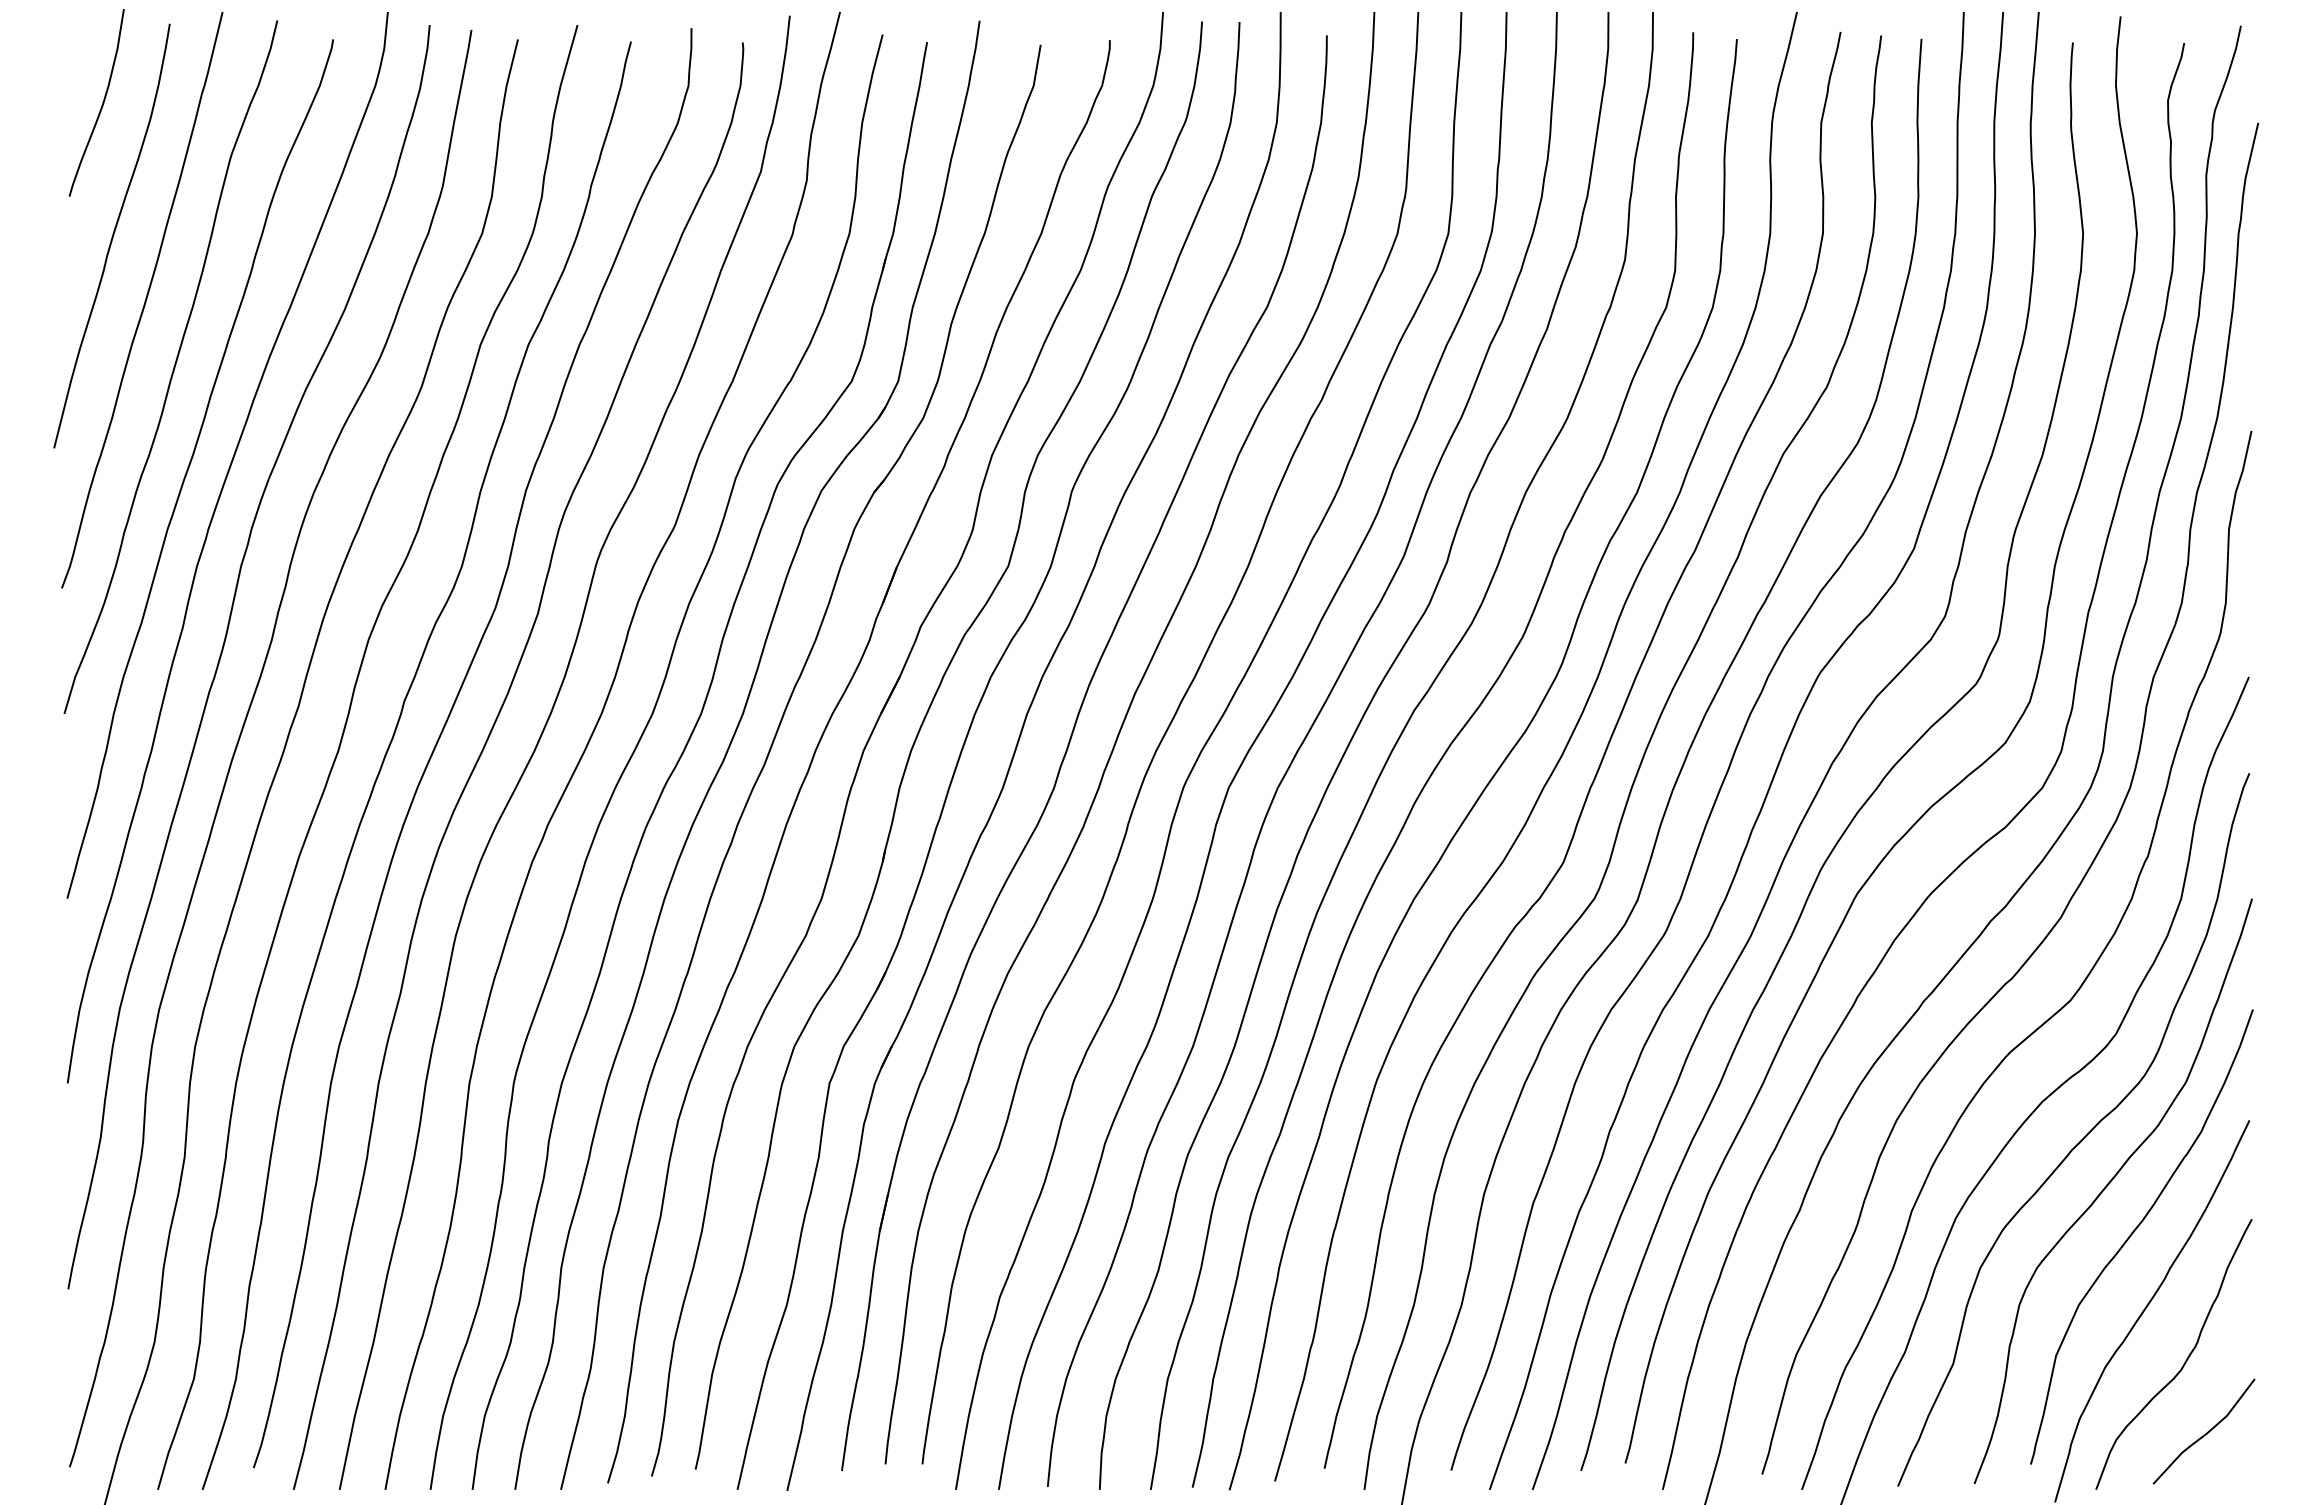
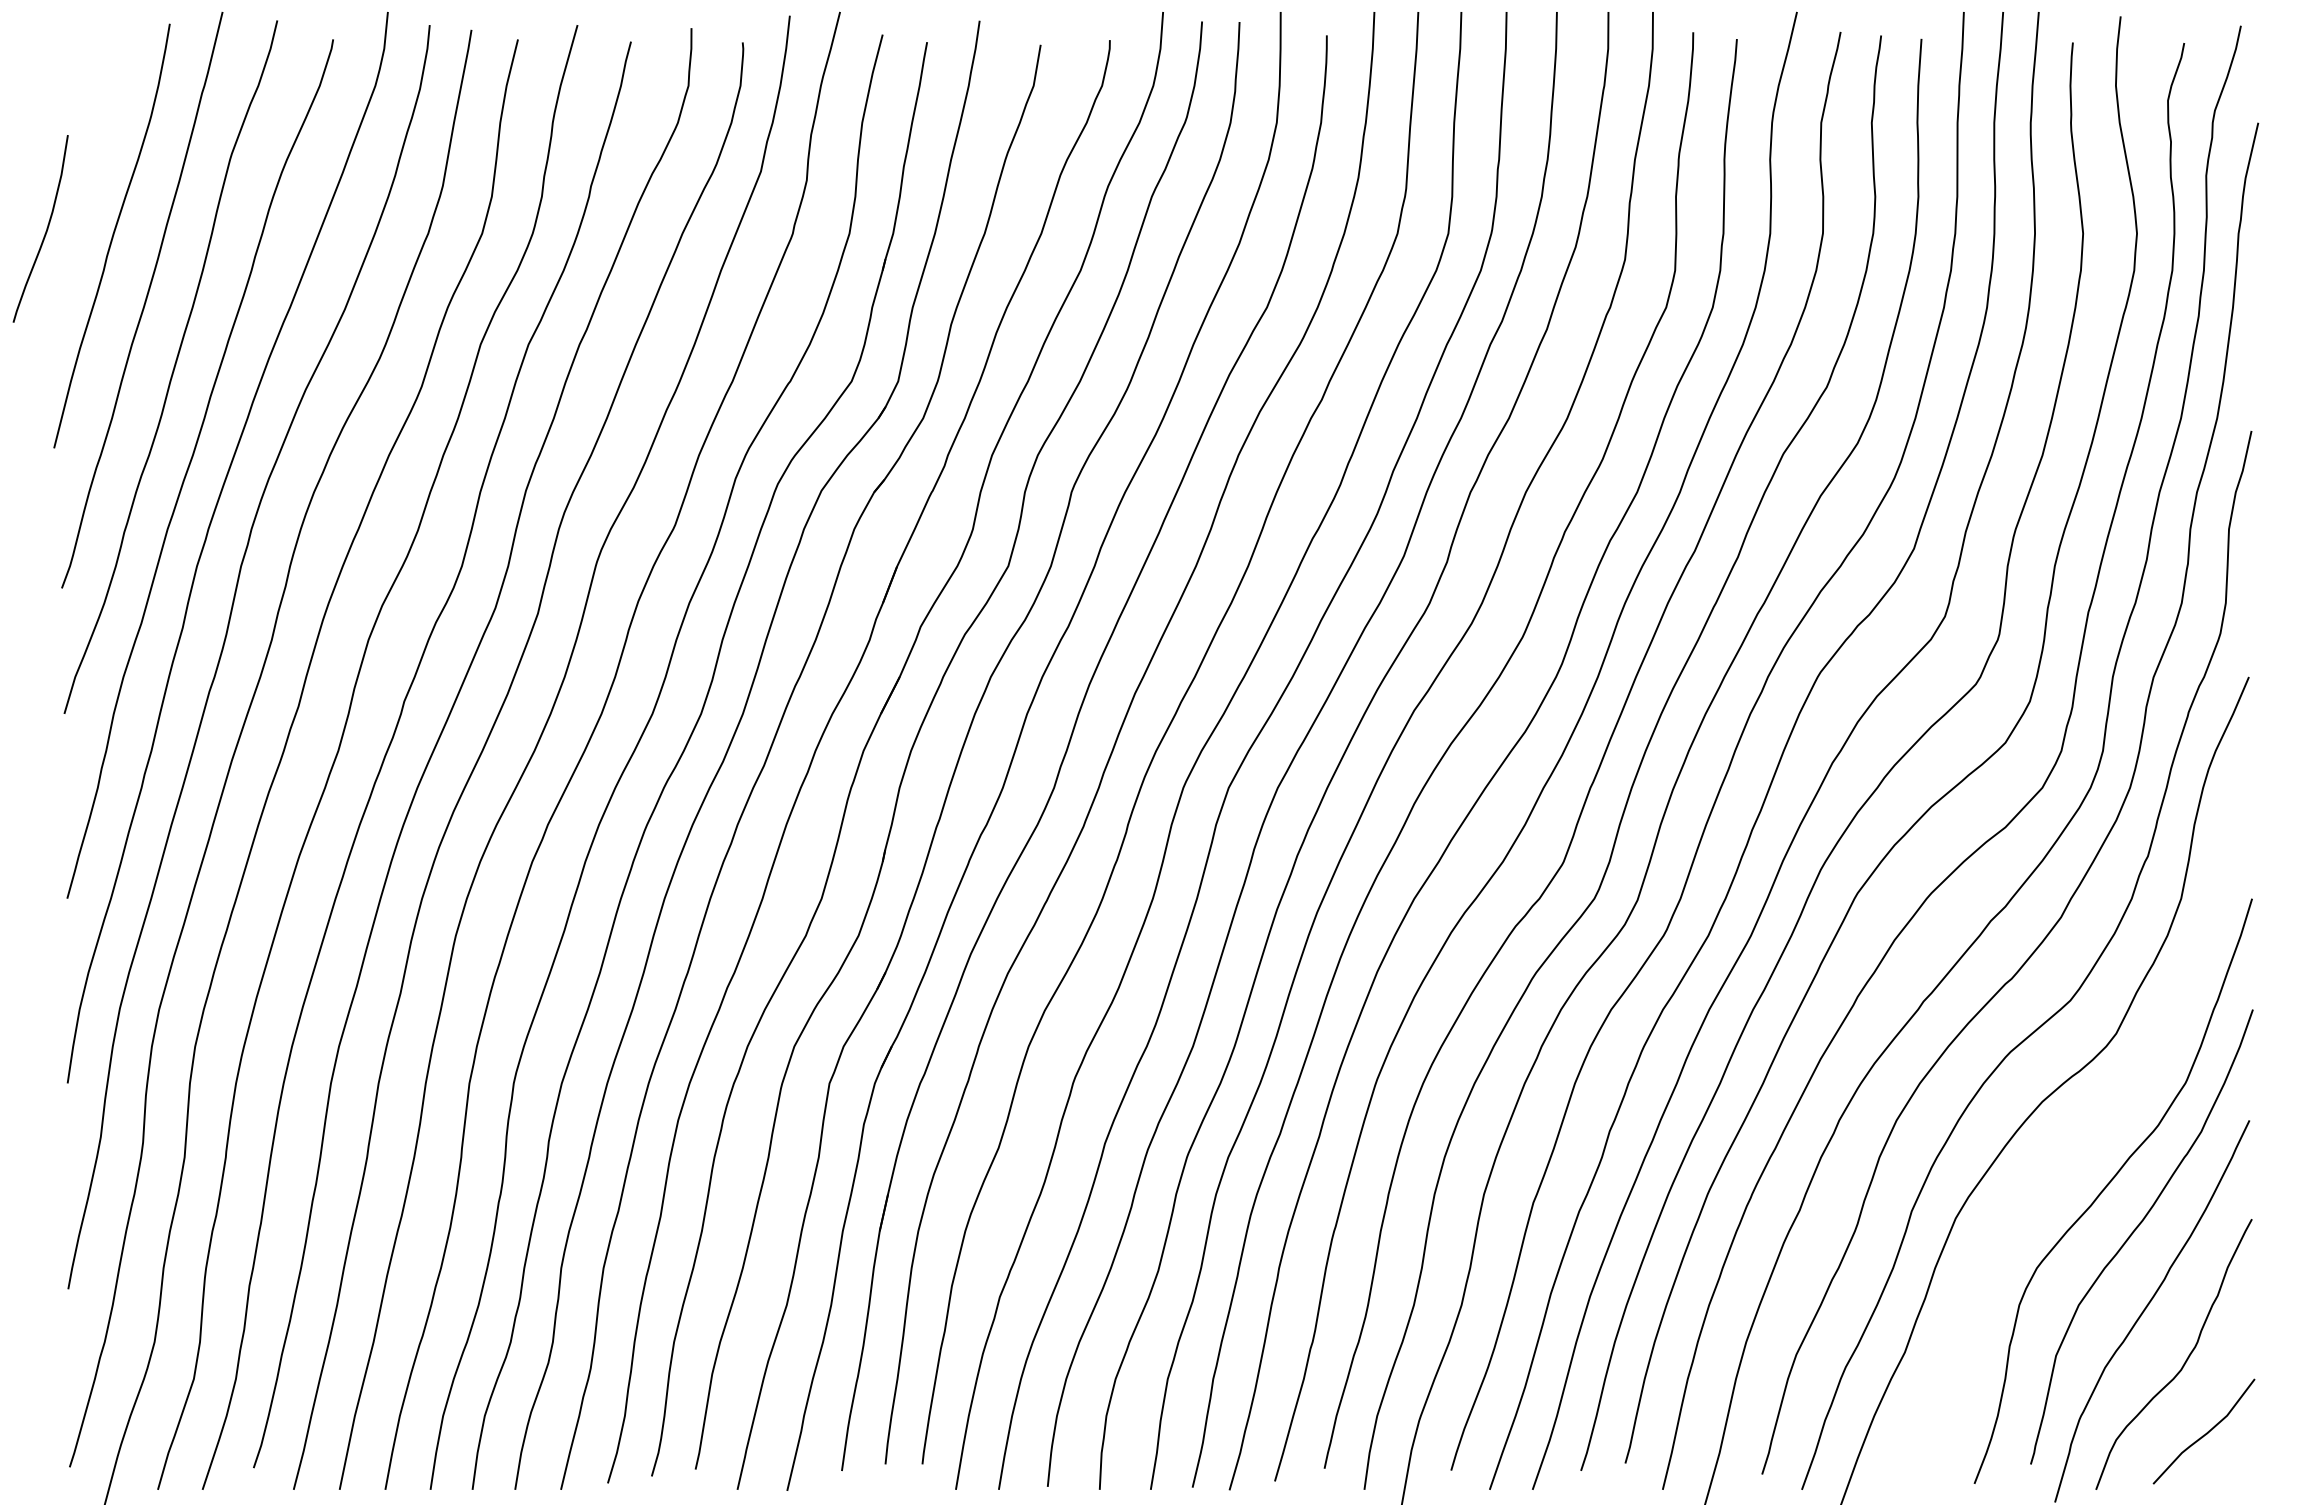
curve at (101, 105) position: (101, 105) -> (45, 231)
curve at (2082, 1138): present -> none
